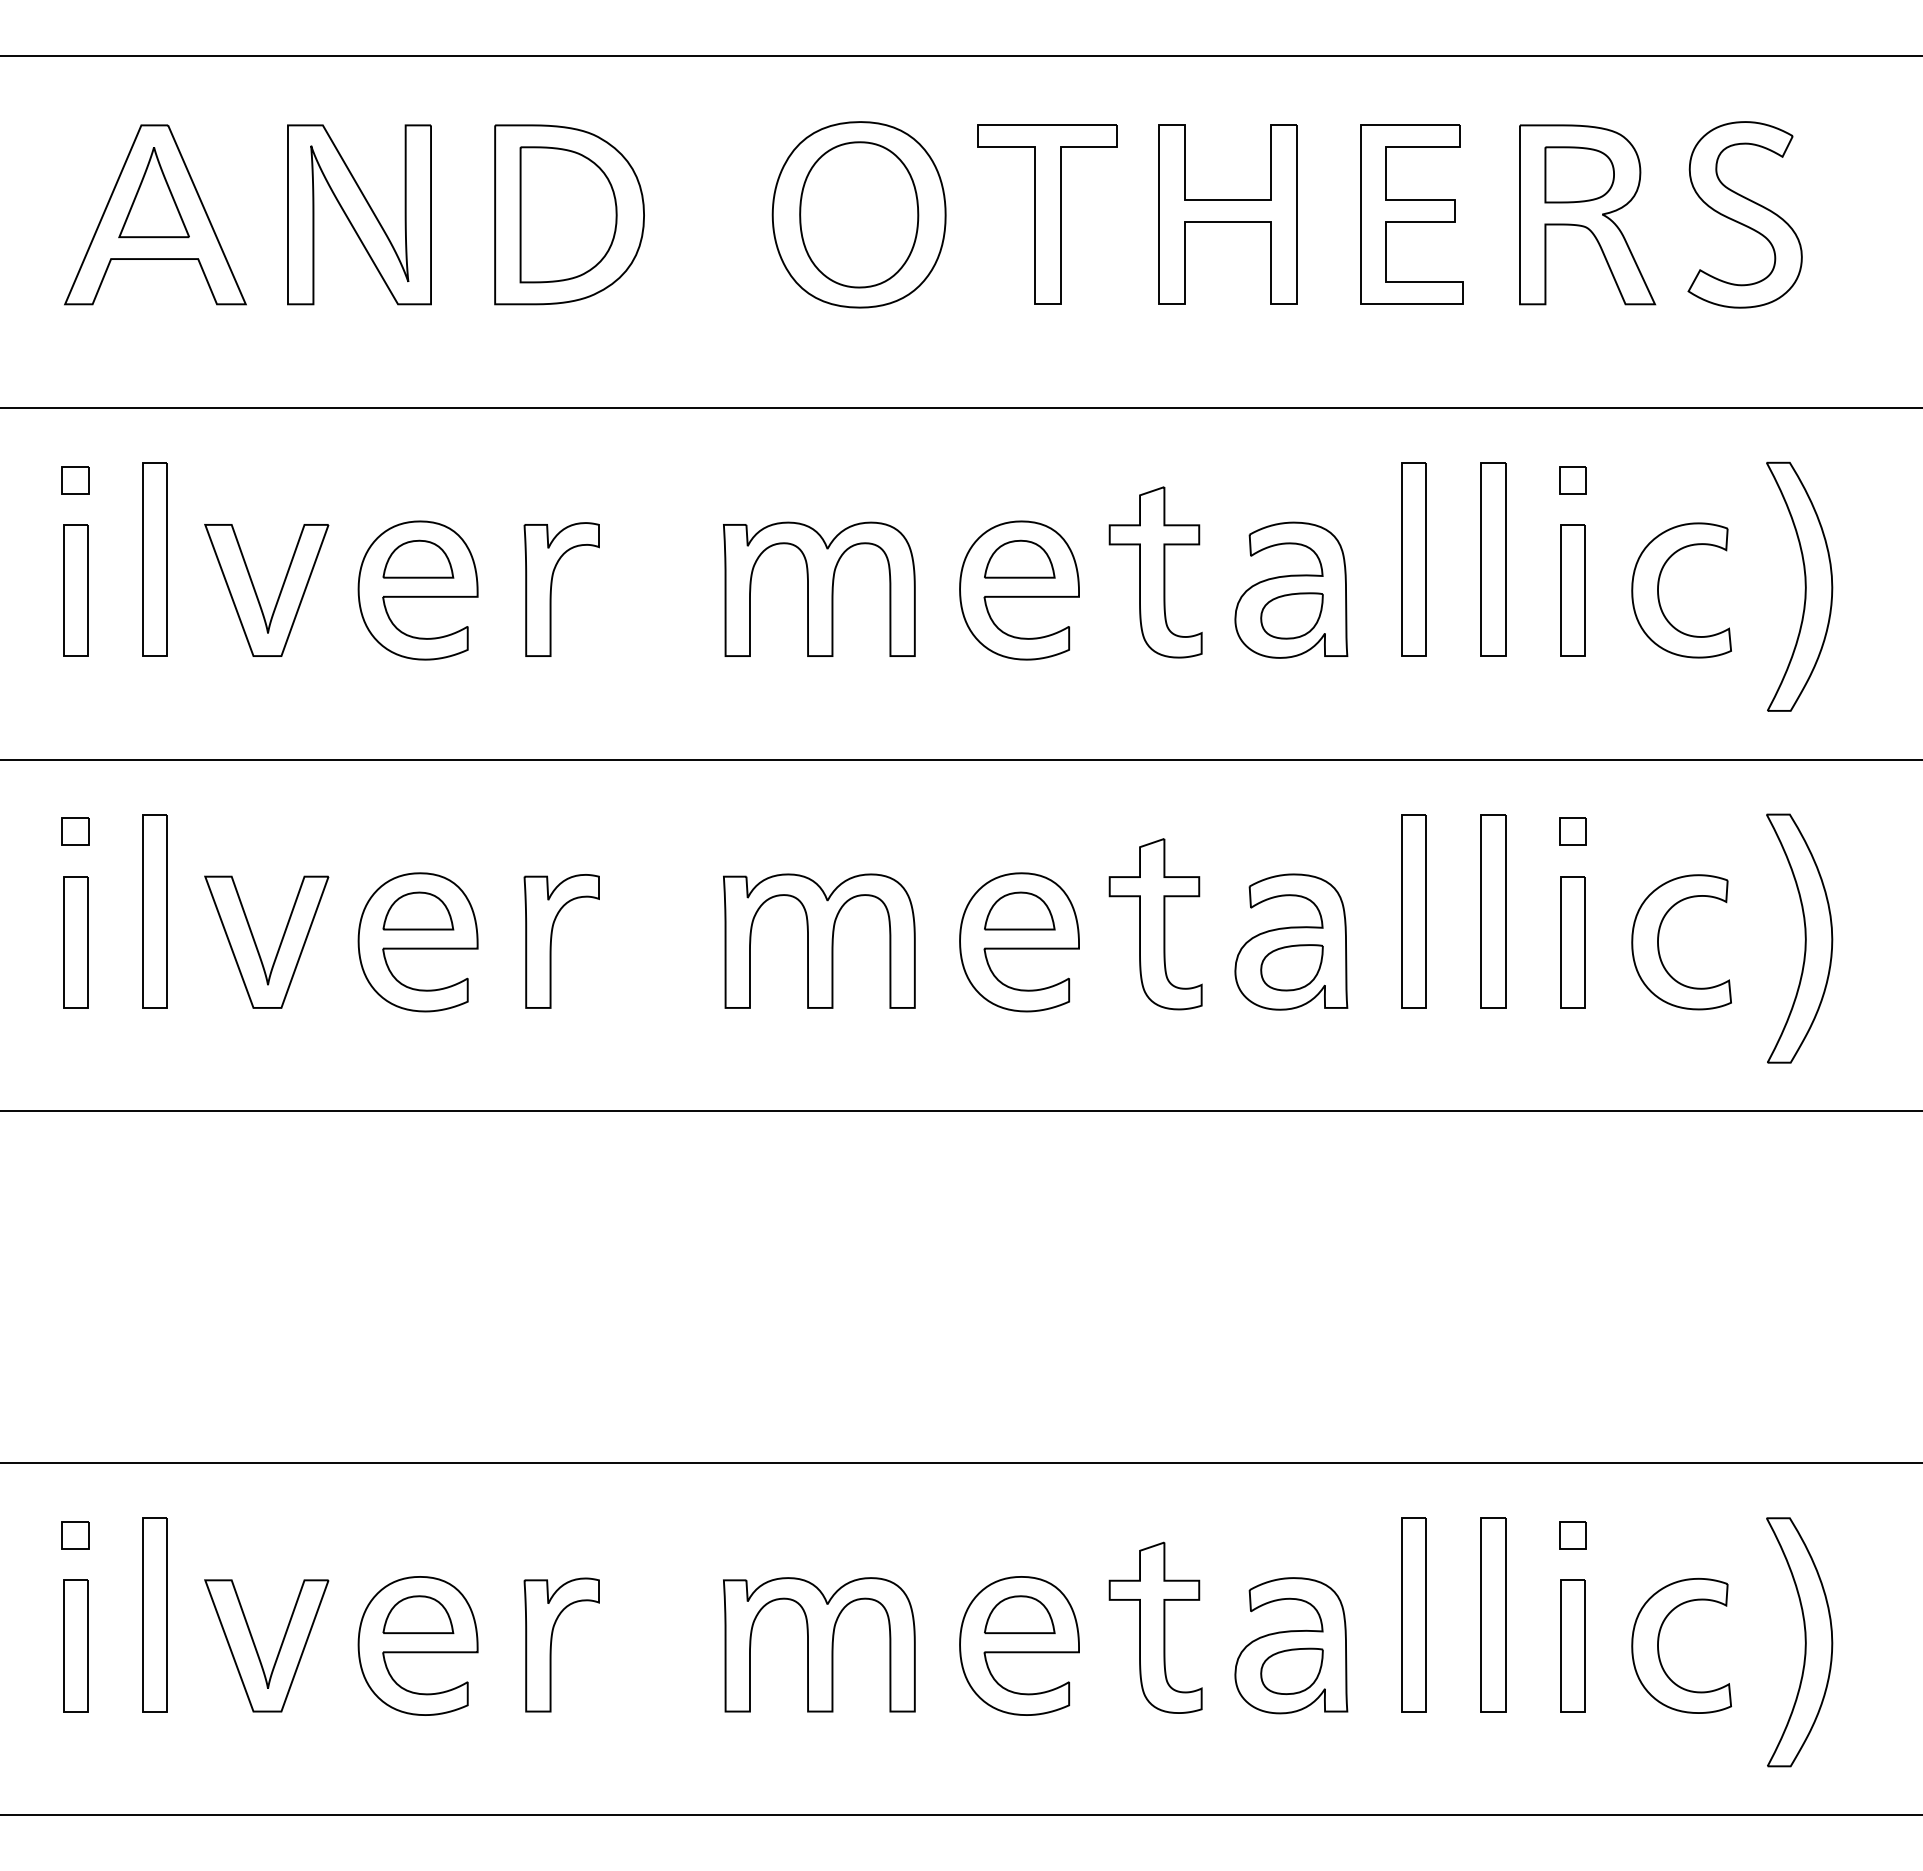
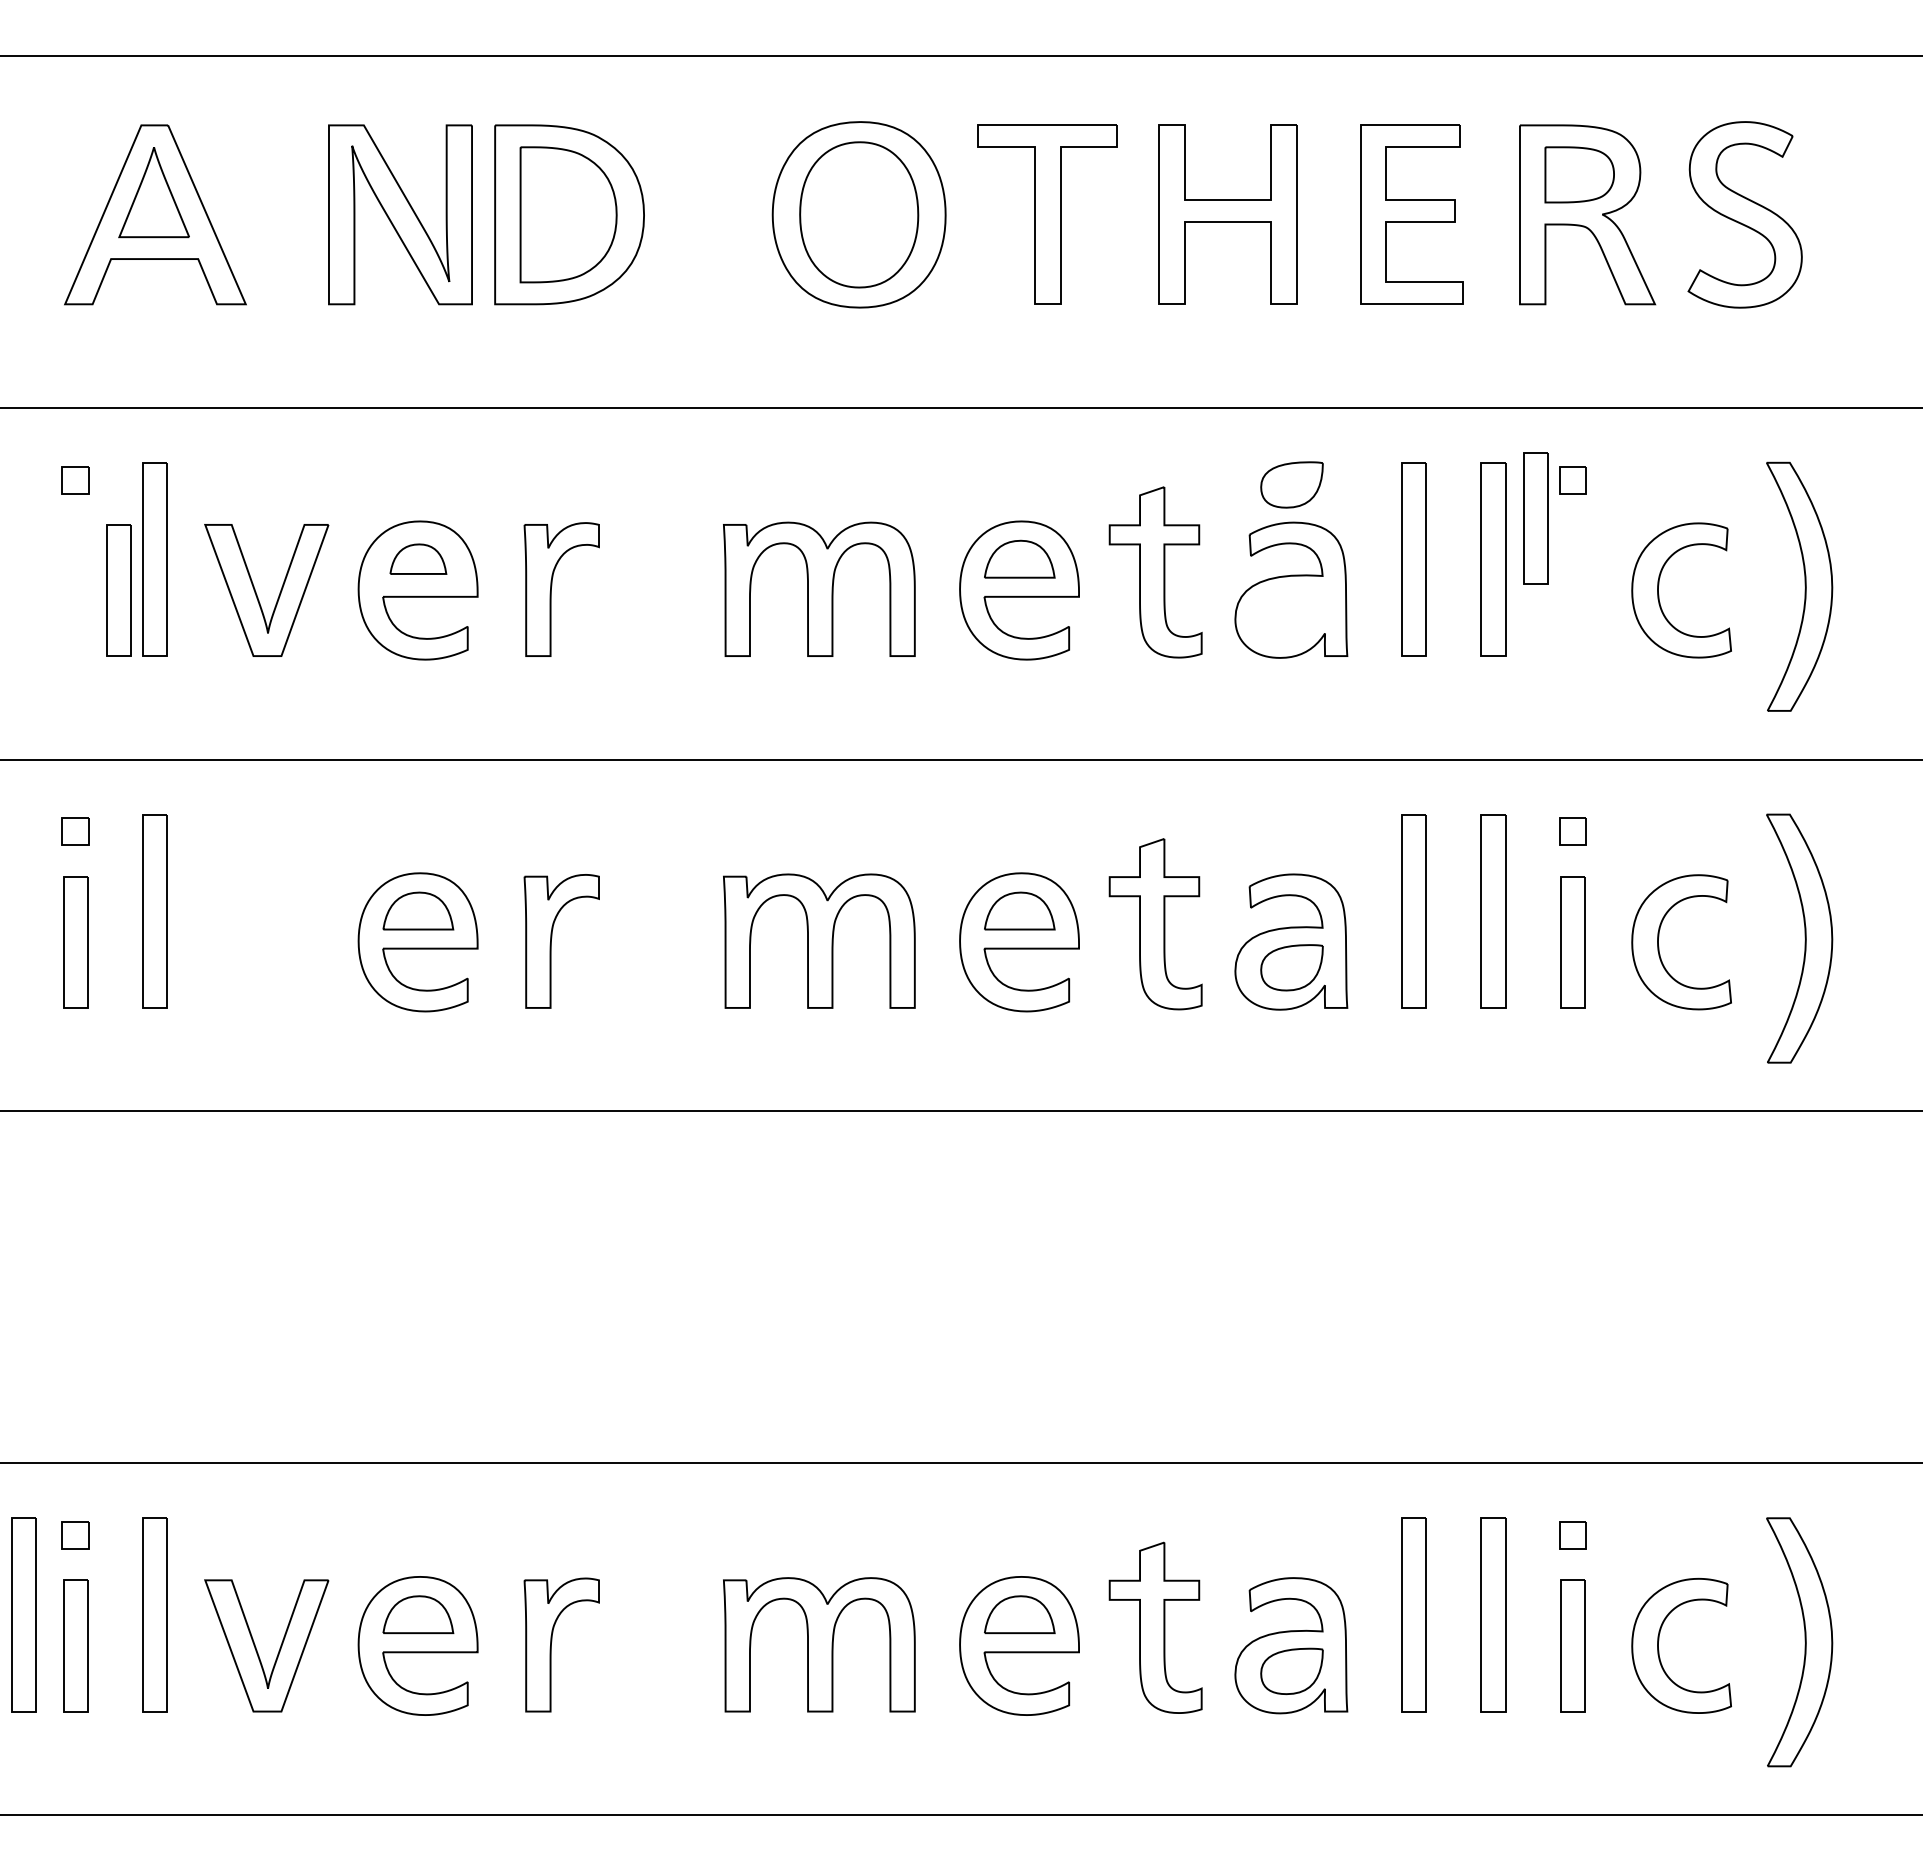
part at (359, 214) position: (359, 214) -> (400, 214)
part at (418, 558) size: 73x40 px -> 59x32 px
part at (75, 590) position: (75, 590) -> (118, 590)
part at (1572, 590) position: (1572, 590) -> (1535, 518)
part at (1291, 615) position: (1291, 615) -> (1291, 484)
part at (256, 943): present -> none
part at (23, 1614): none -> present
